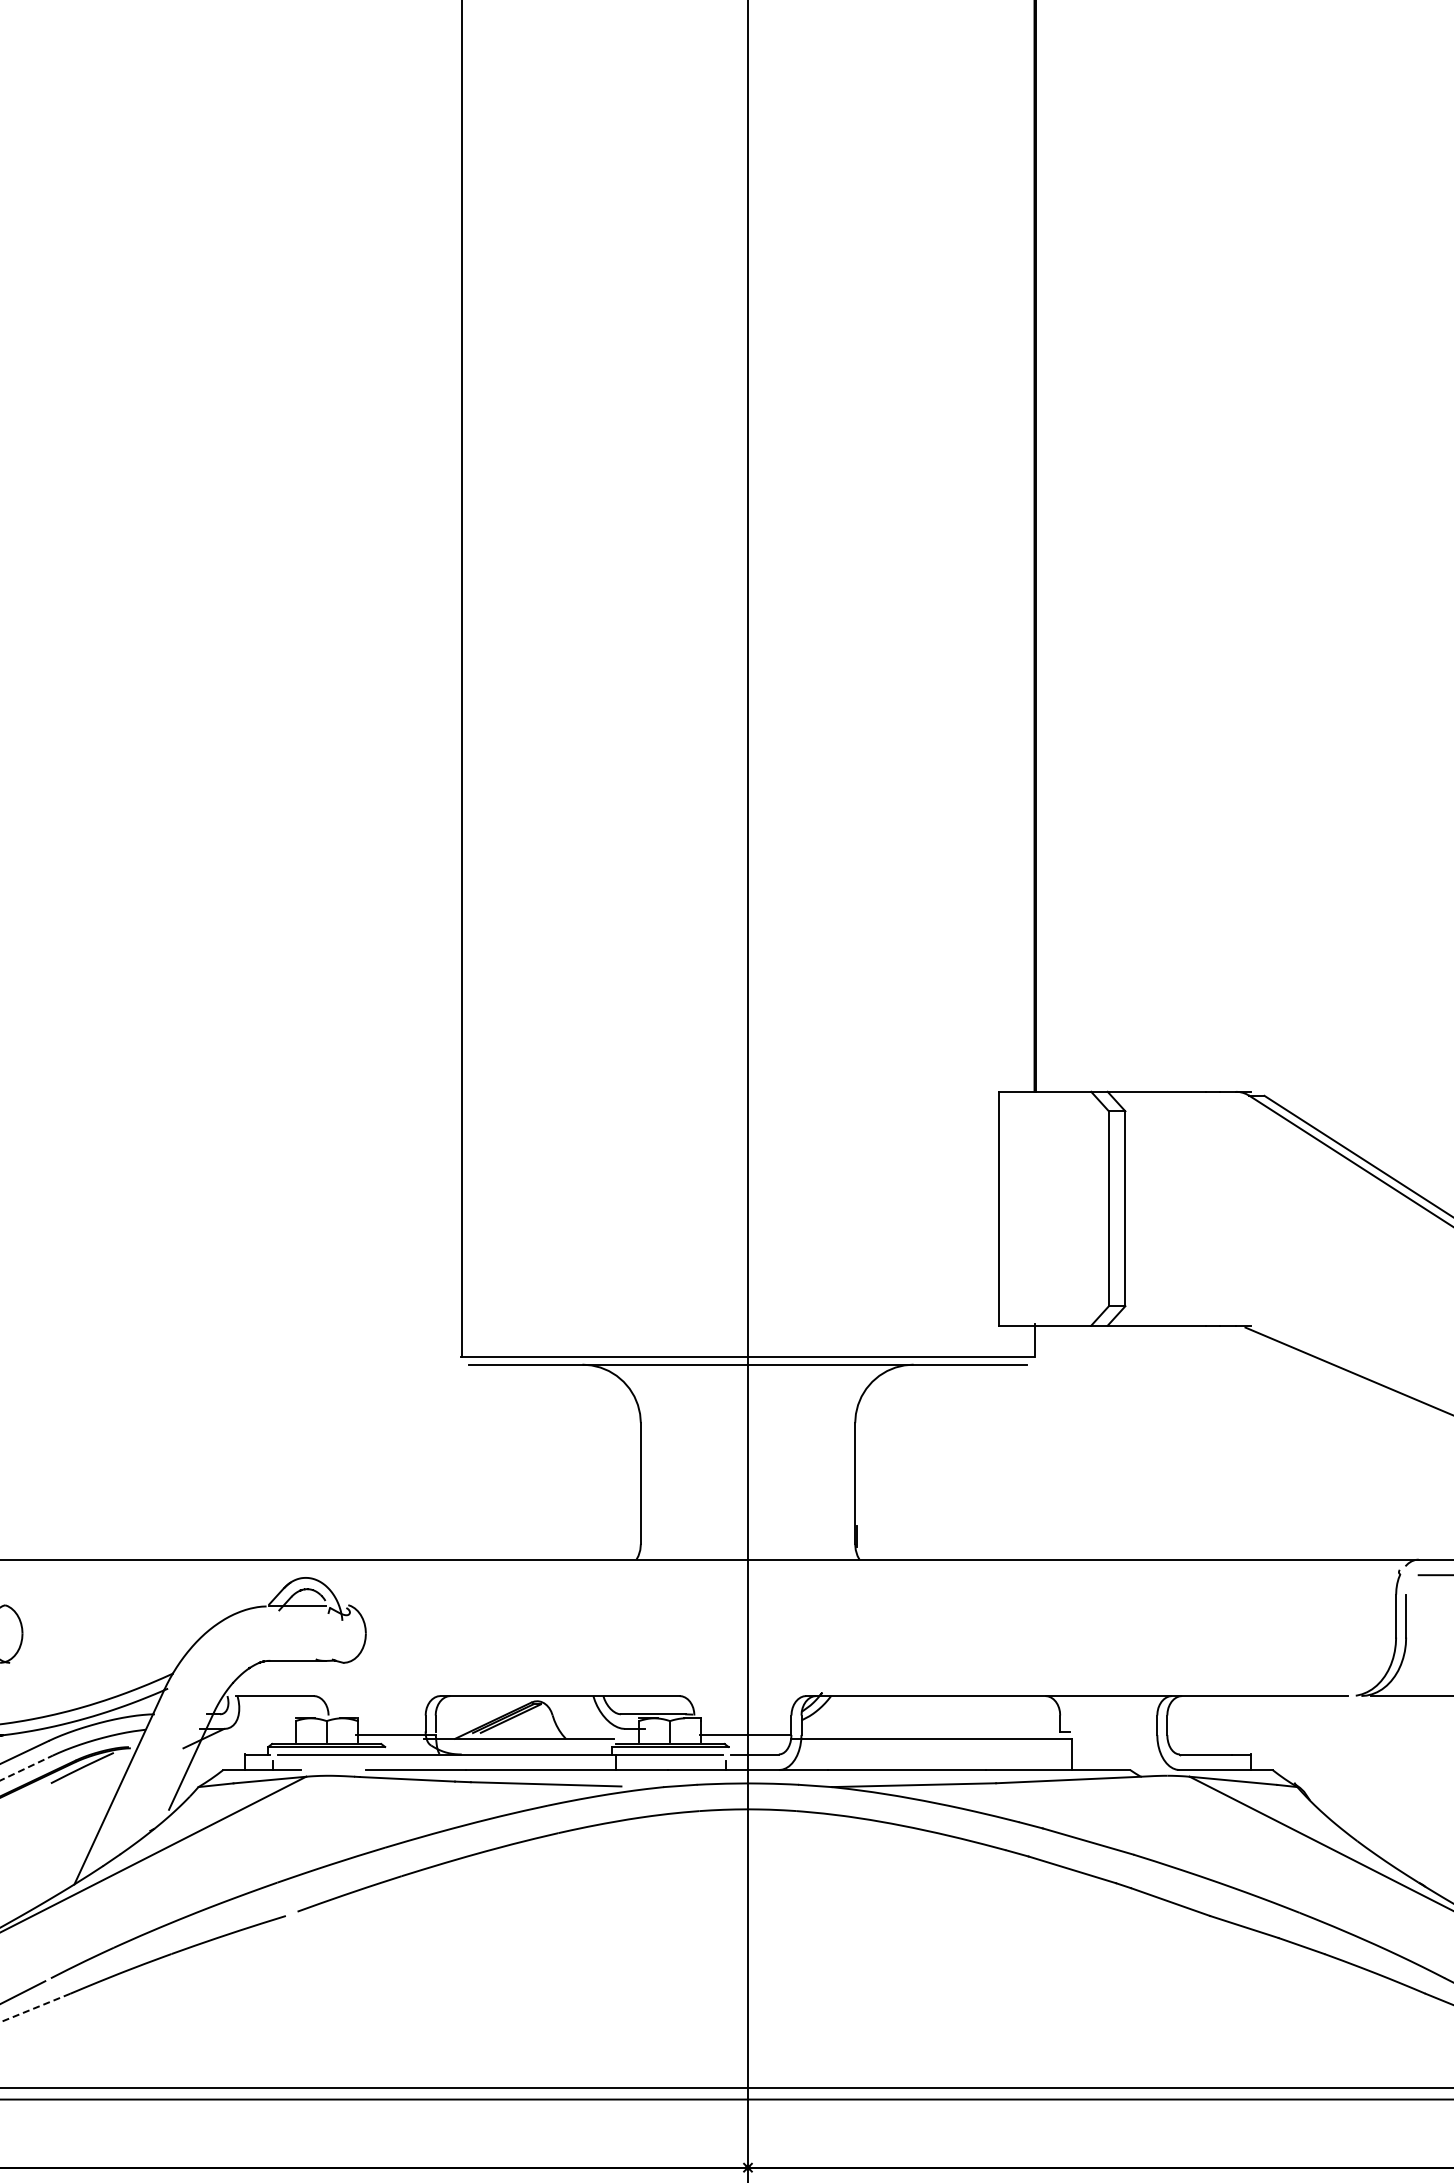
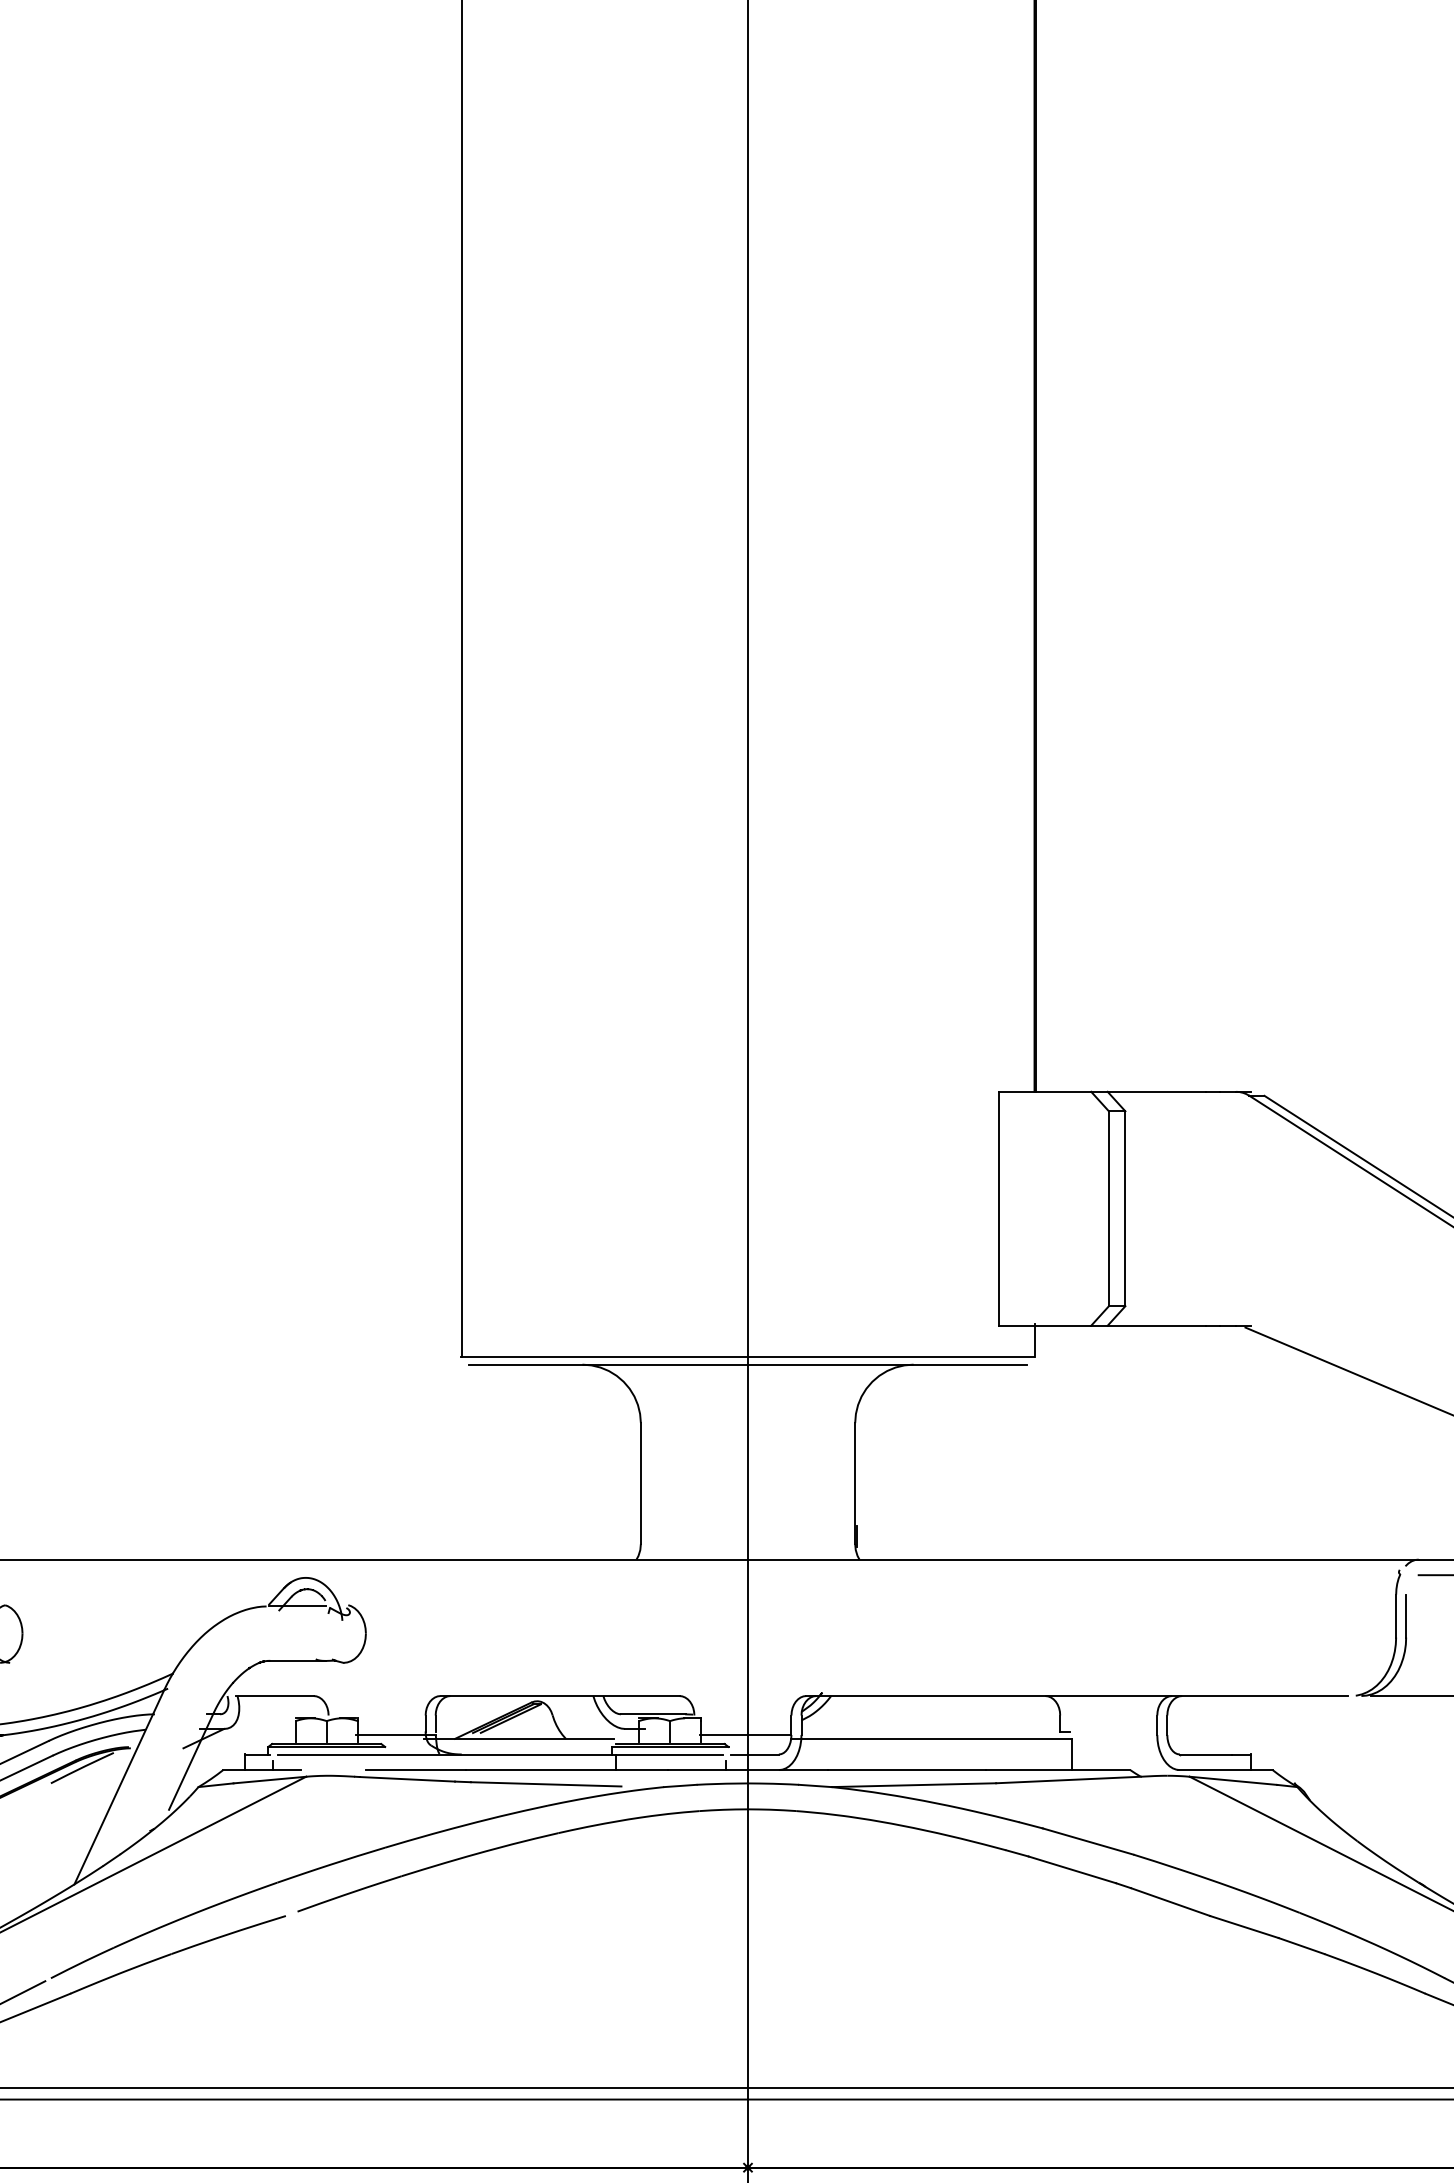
line at (26, 1768): dashed -> solid
line at (35, 2008): dashed -> solid
